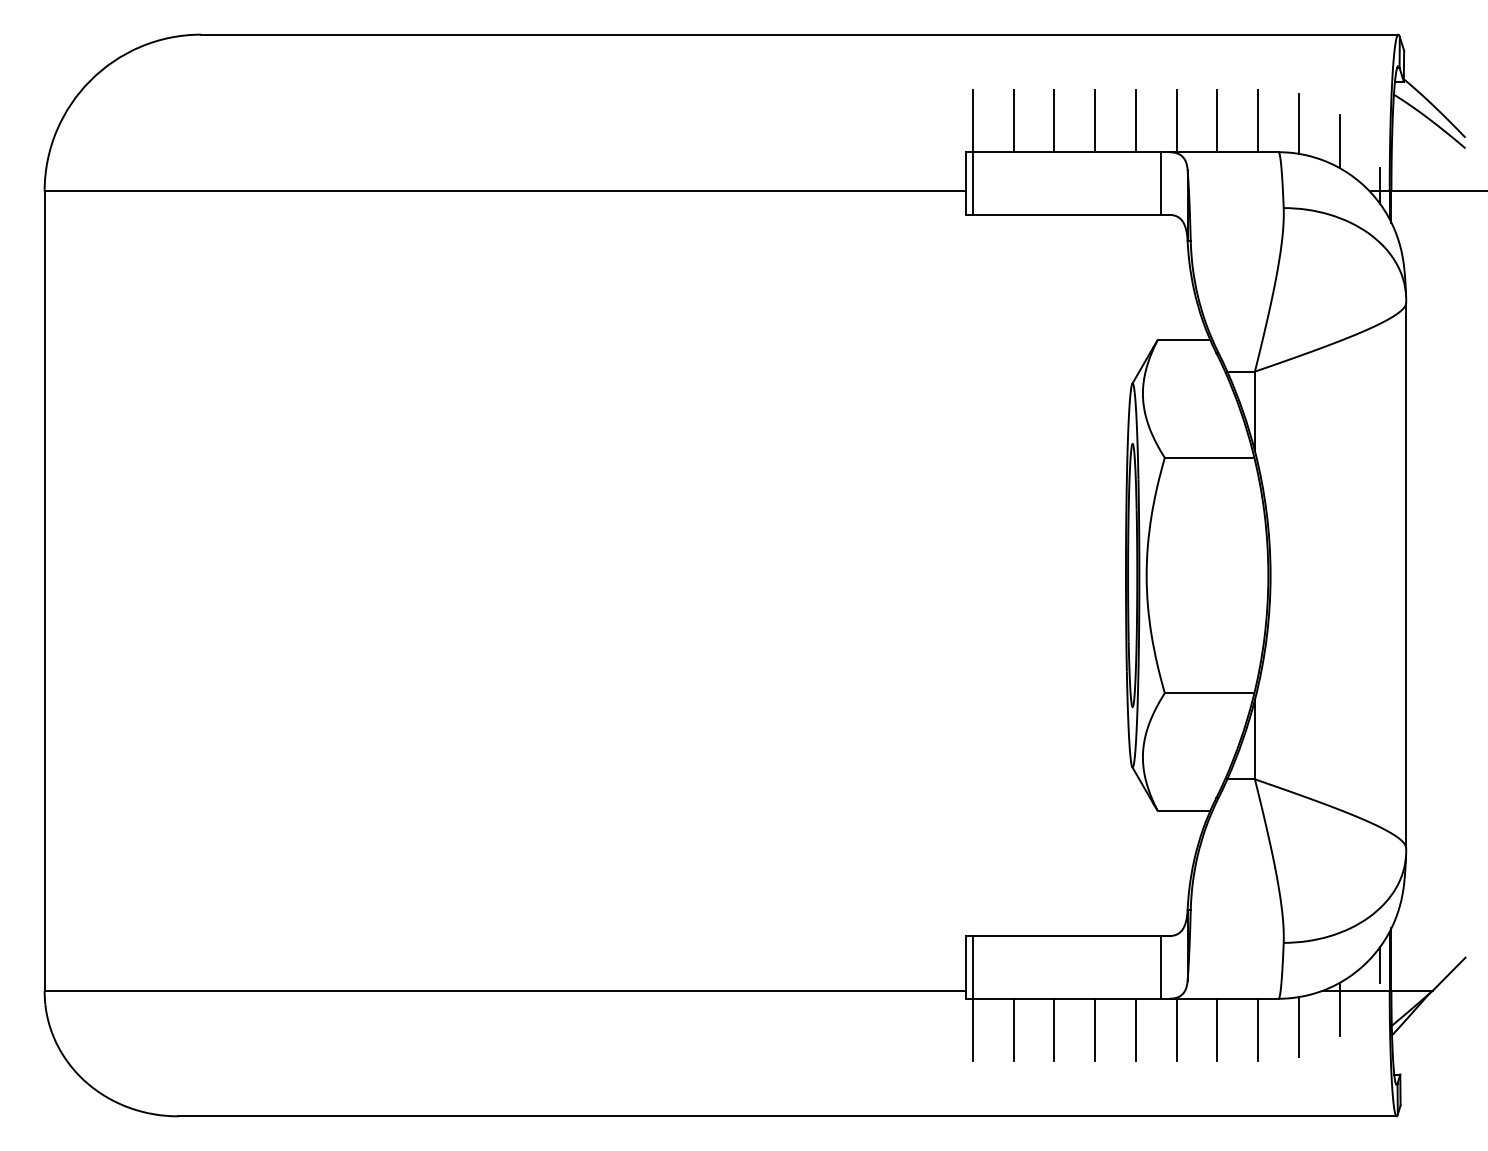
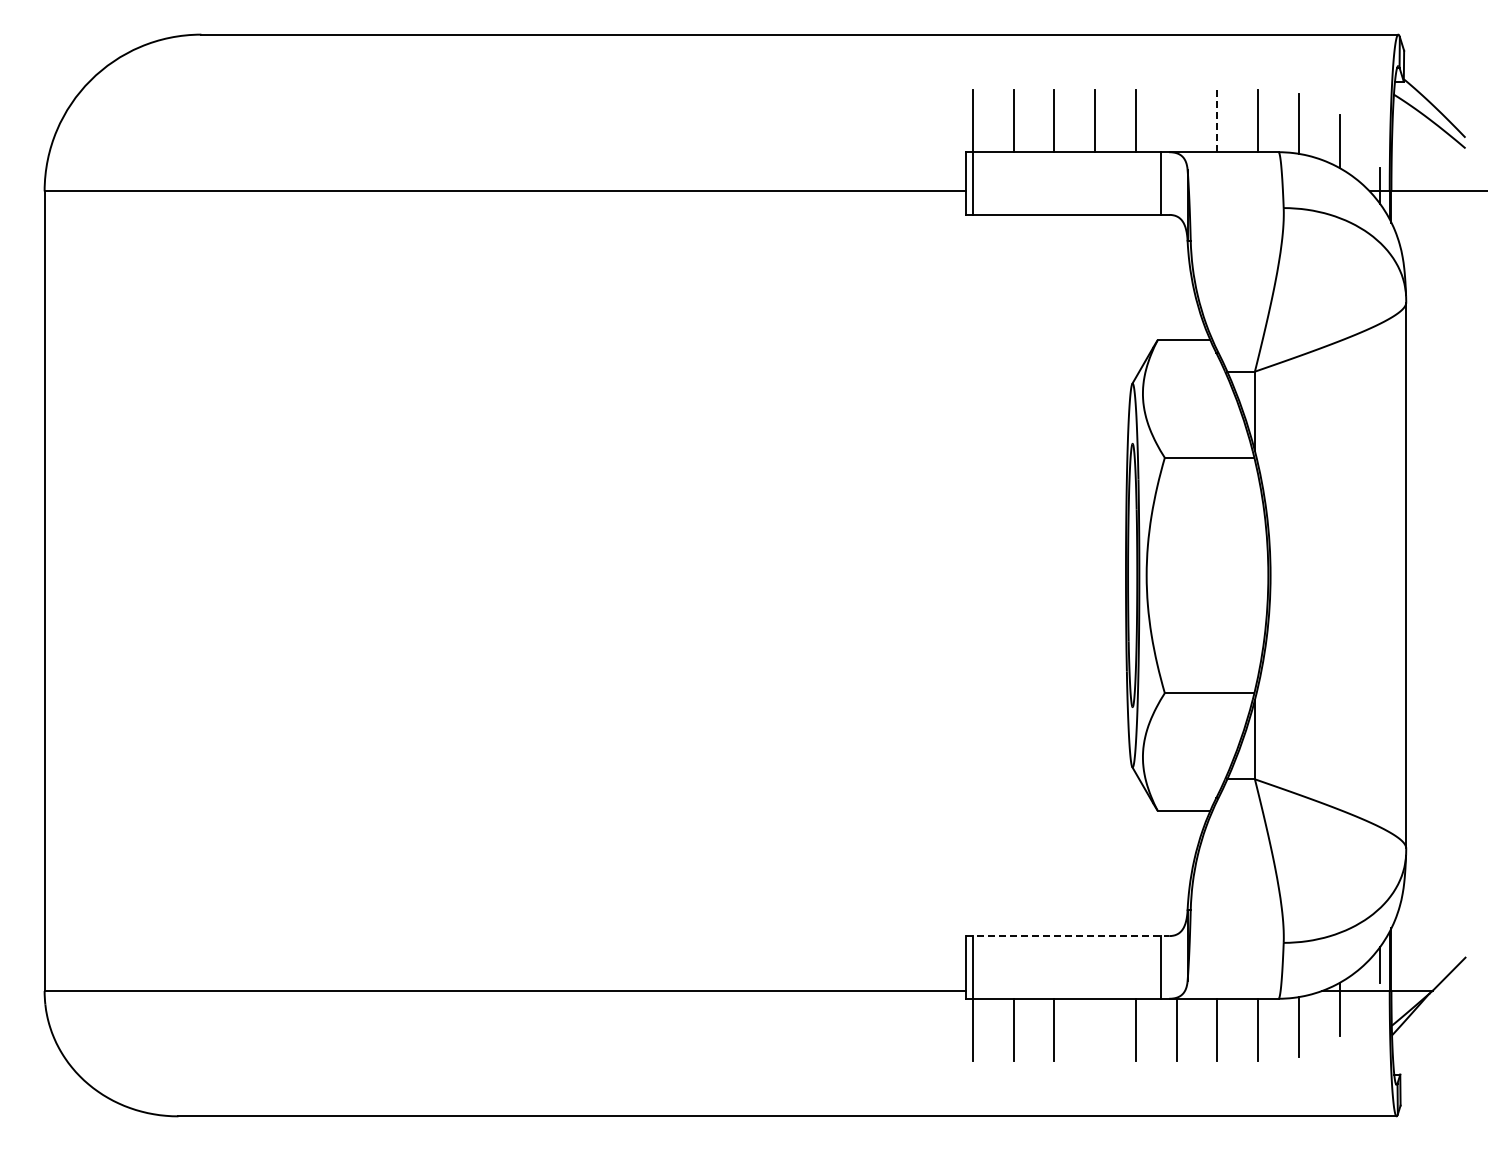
line at (1176, 120): present -> none
line at (1217, 121): solid -> dashed
line at (1067, 936): solid -> dashed
line at (1095, 1029): present -> none
